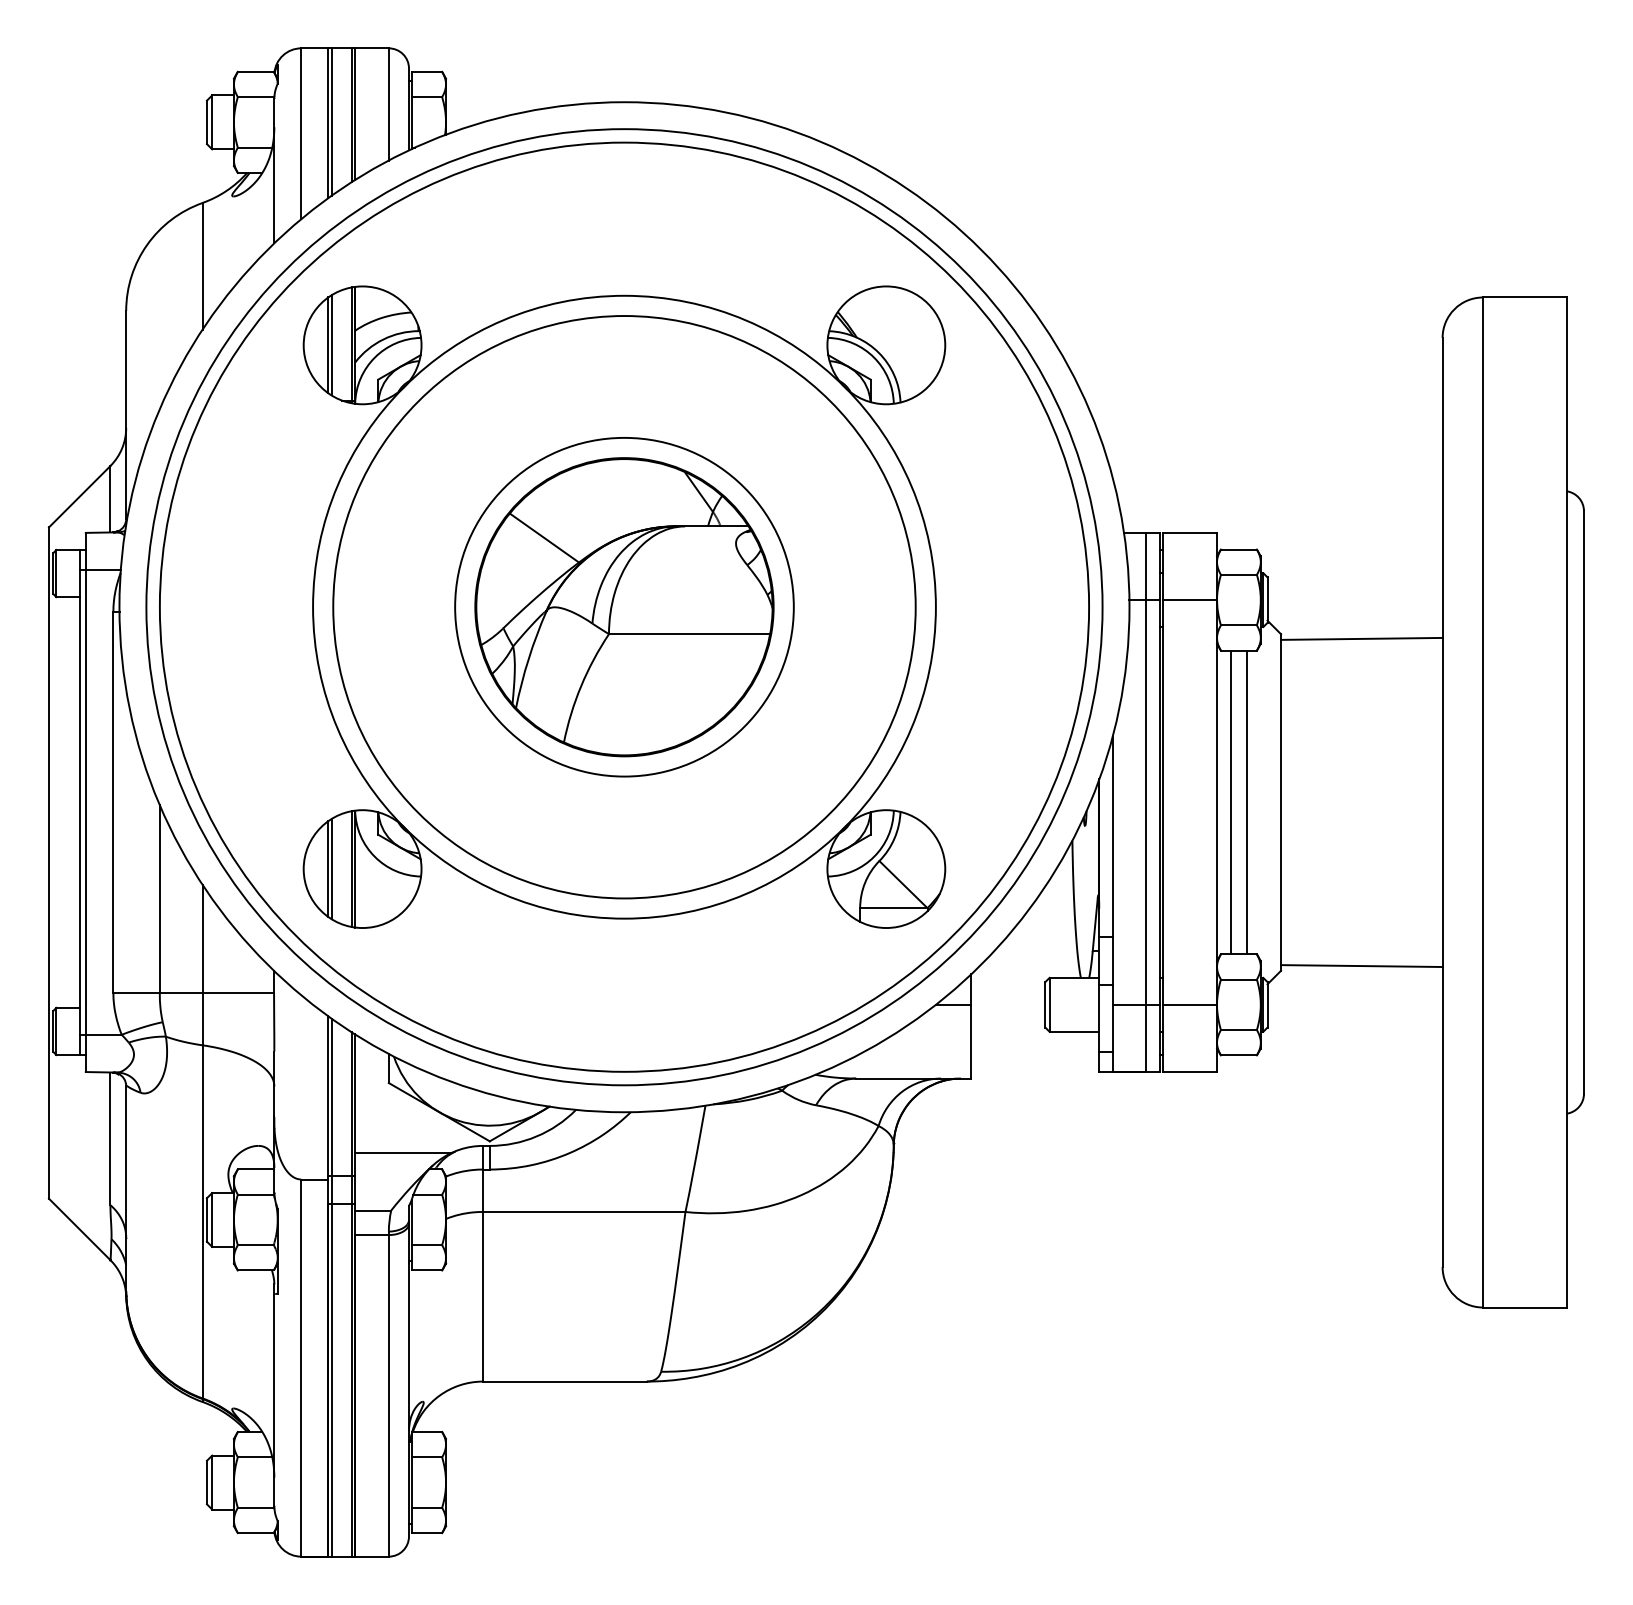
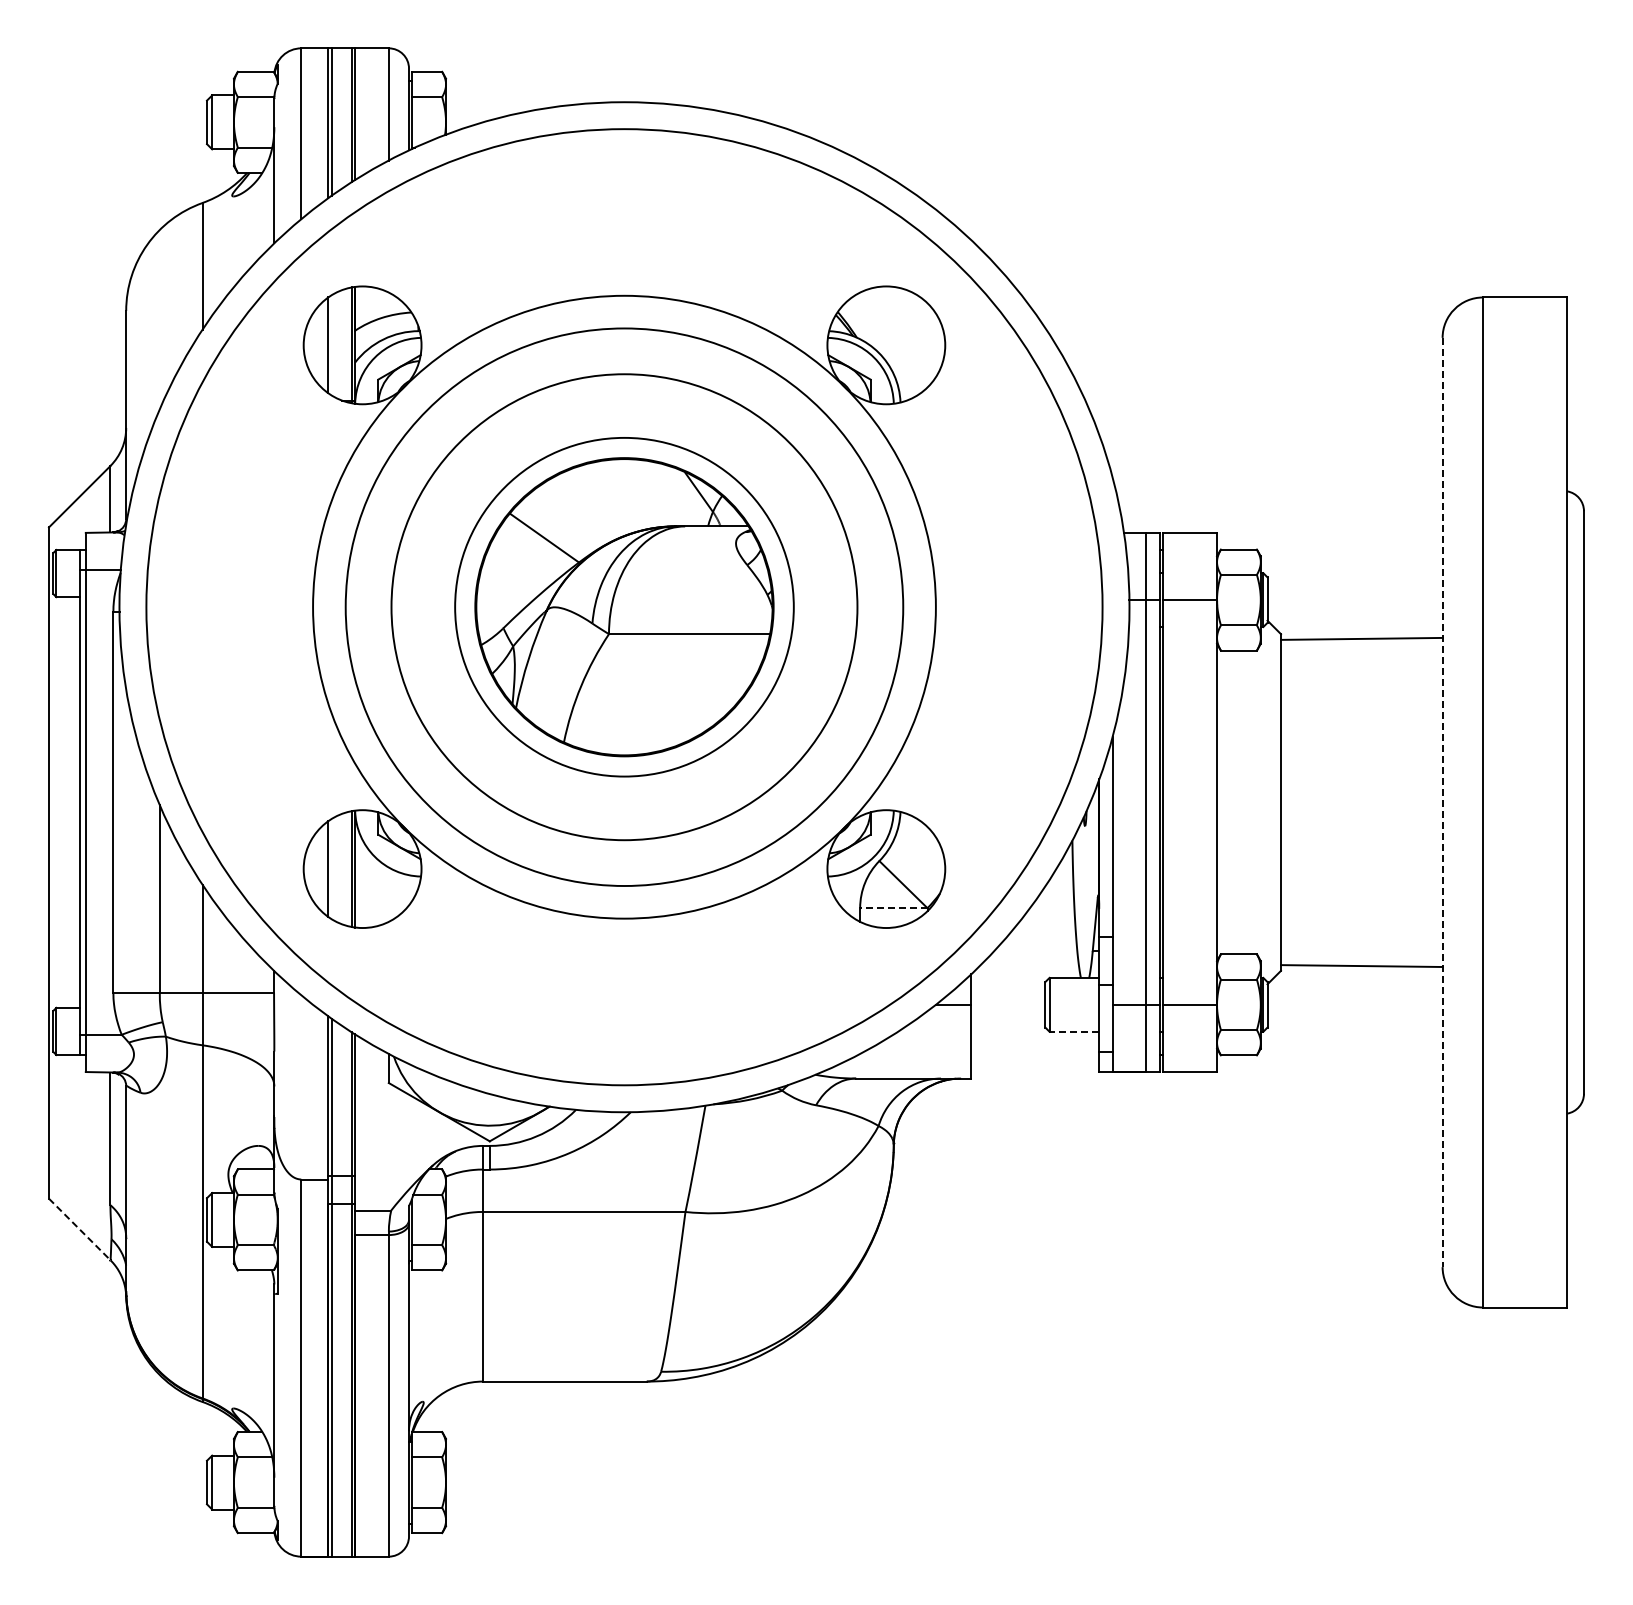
line at (331, 345): present -> none
circle at (624, 606) diameter: 929 px -> 558 px
circle at (624, 607) diameter: 582 px -> 466 px
line at (1230, 802): present -> none
line at (1247, 802): present -> none
line at (1442, 802): solid -> dashed
line at (331, 869): present -> none
line at (893, 908): solid -> dashed
line at (1074, 1031): solid -> dashed
line at (403, 1152): present -> none
line at (79, 1229): solid -> dashed
